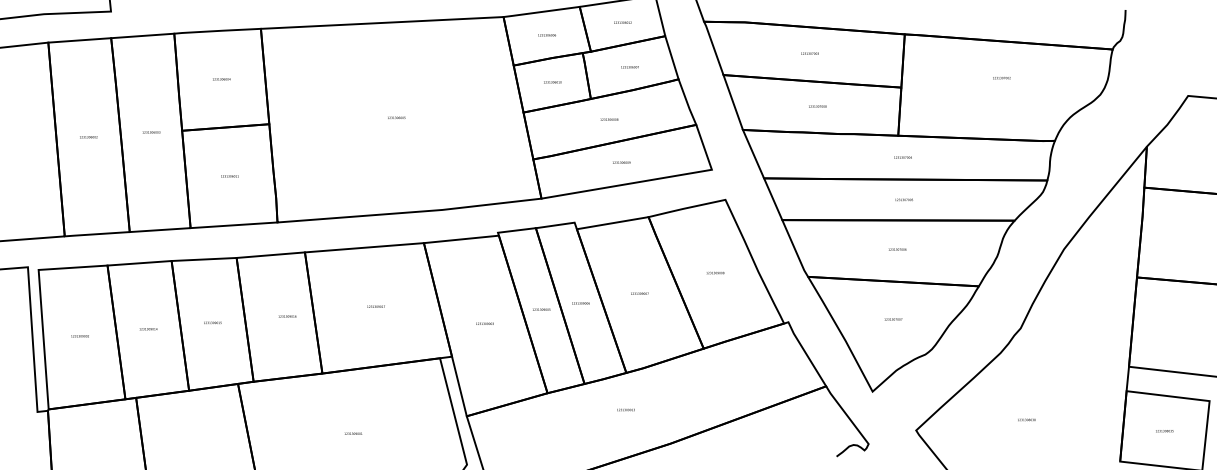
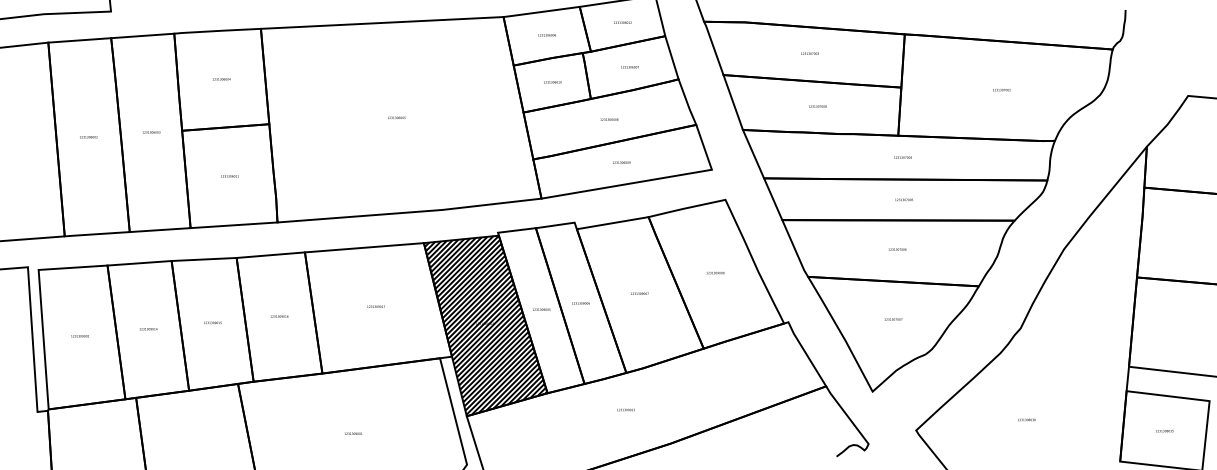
text at (1001, 78) position: (1001, 78) -> (1001, 90)
text at (287, 316) position: (287, 316) -> (279, 316)
hatch at (485, 324): none -> present
